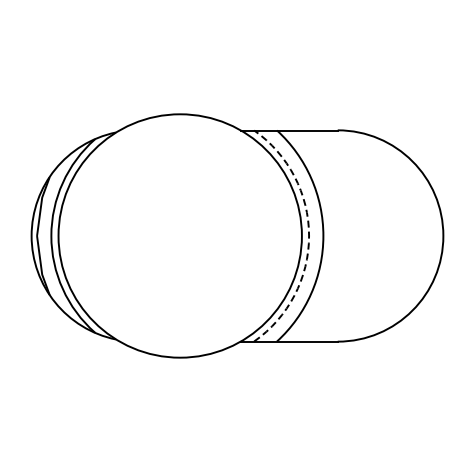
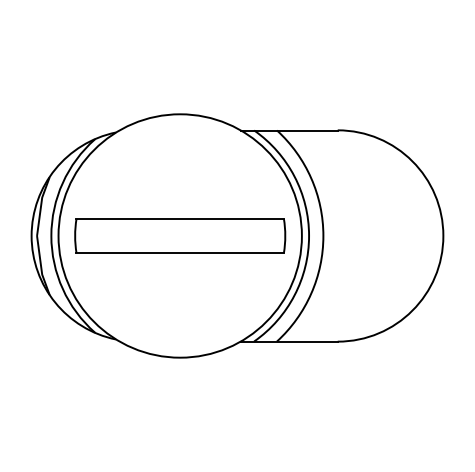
part at (180, 235): none -> present
arc at (309, 235): dashed -> solid
